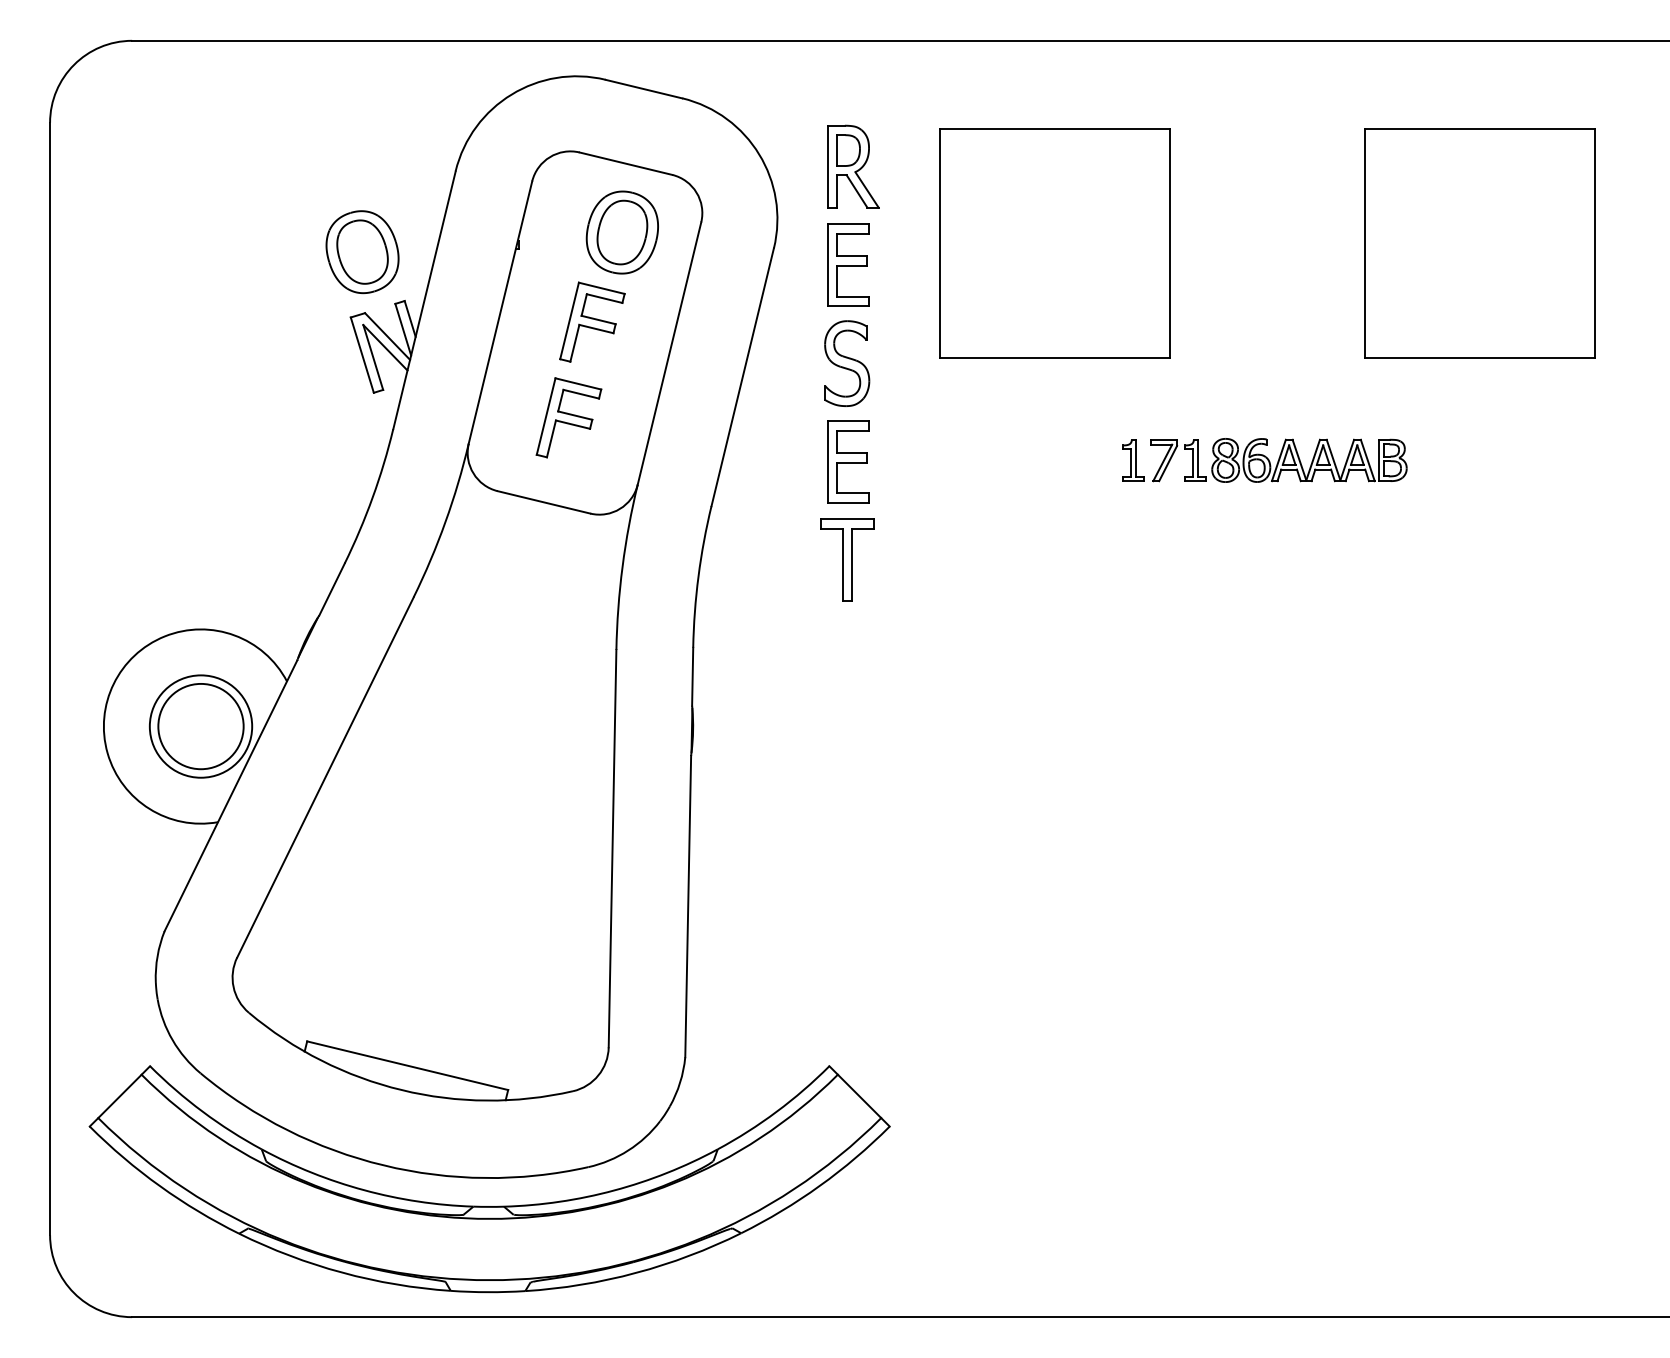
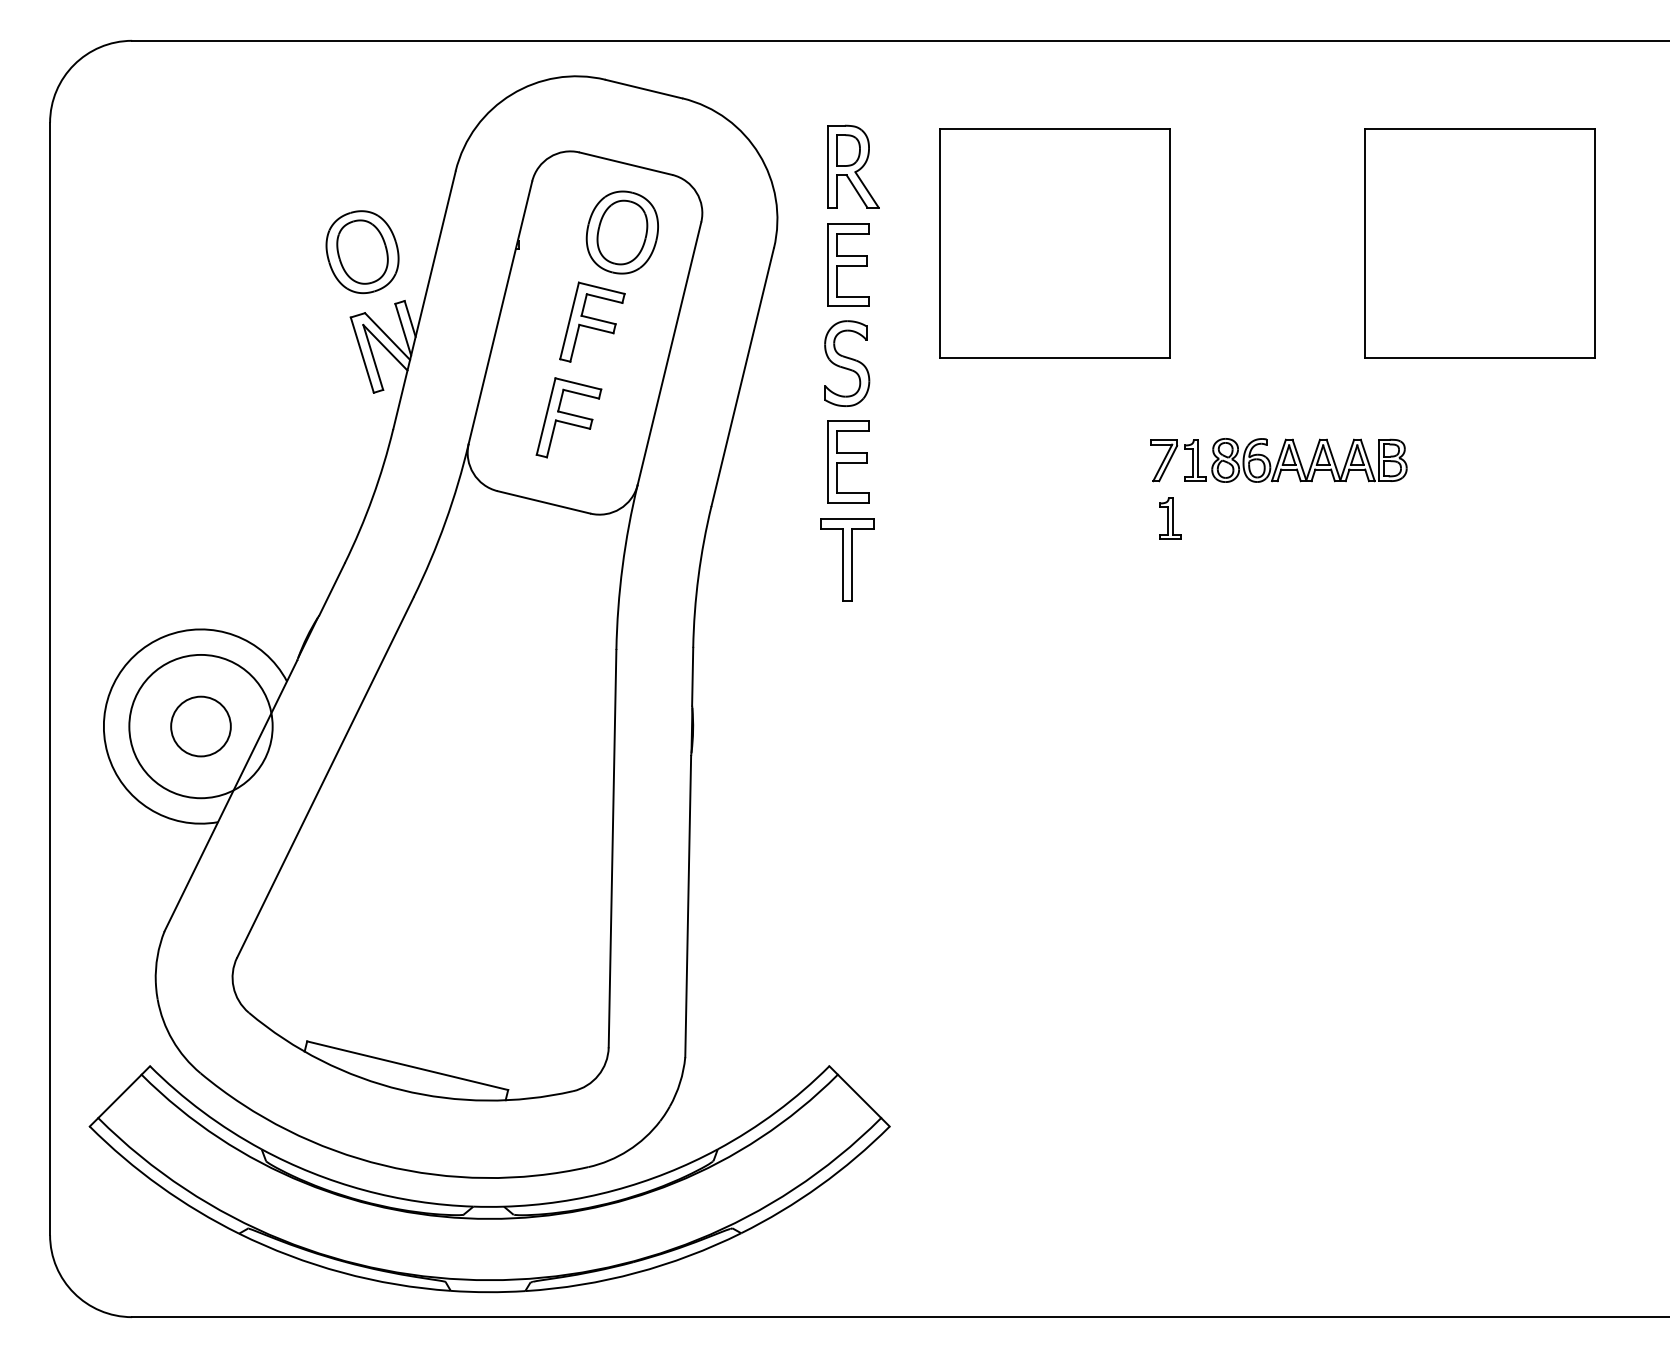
part at (1133, 460) position: (1133, 460) -> (1170, 518)
circle at (200, 726) diameter: 102 px -> 143 px
circle at (200, 726) diameter: 85 px -> 60 px
